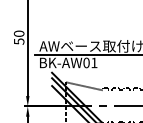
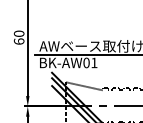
text at (18, 41): 50 -> 60
